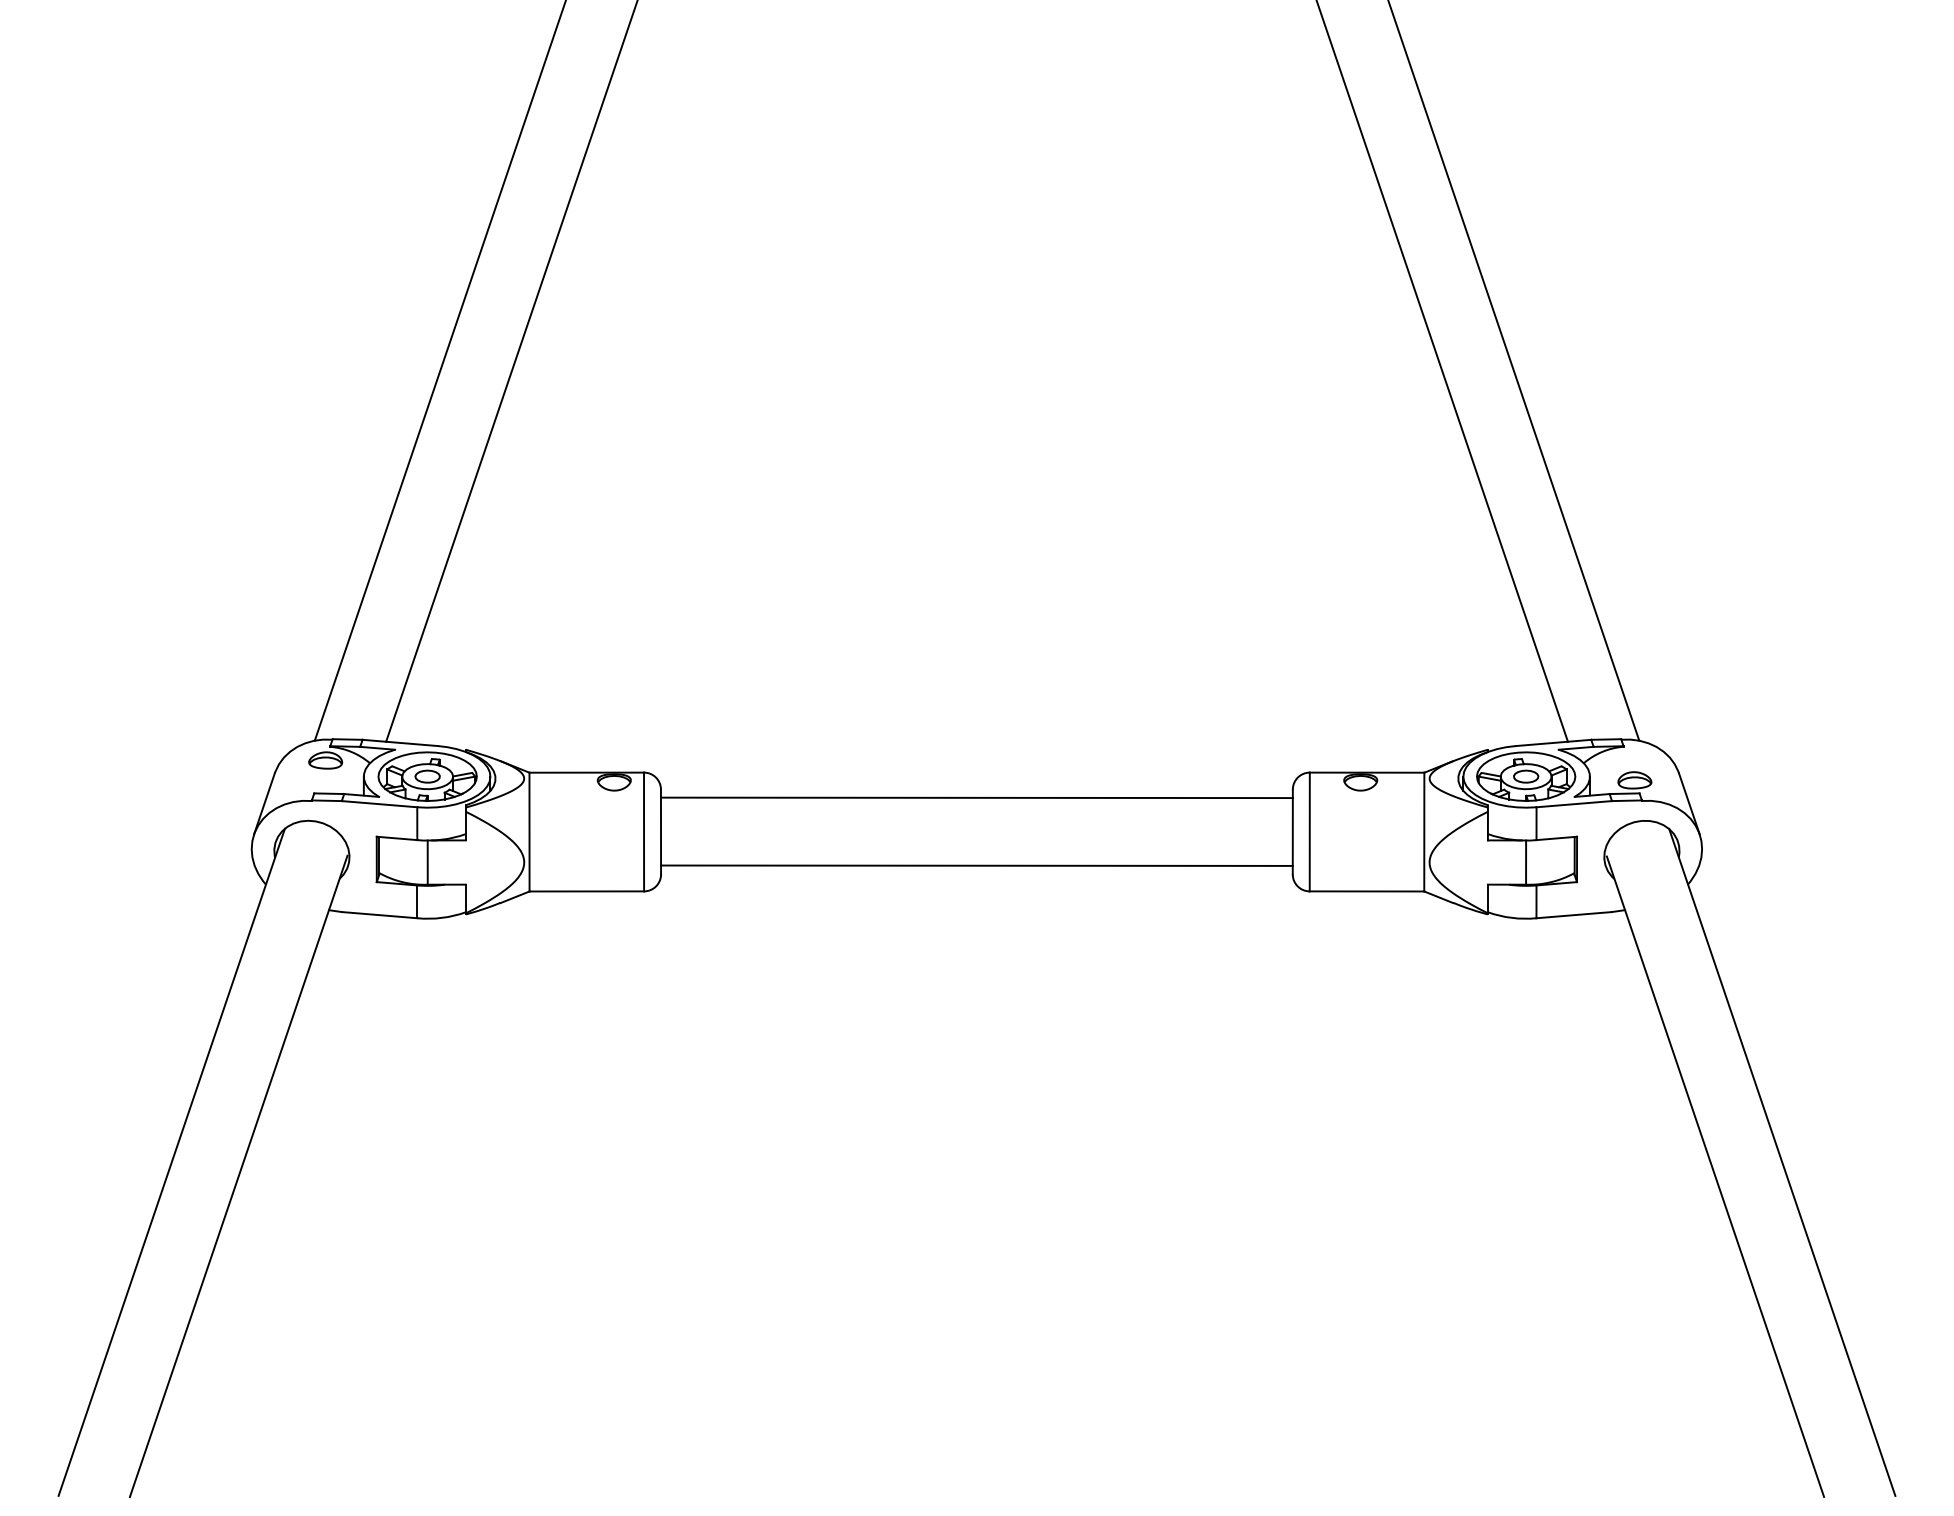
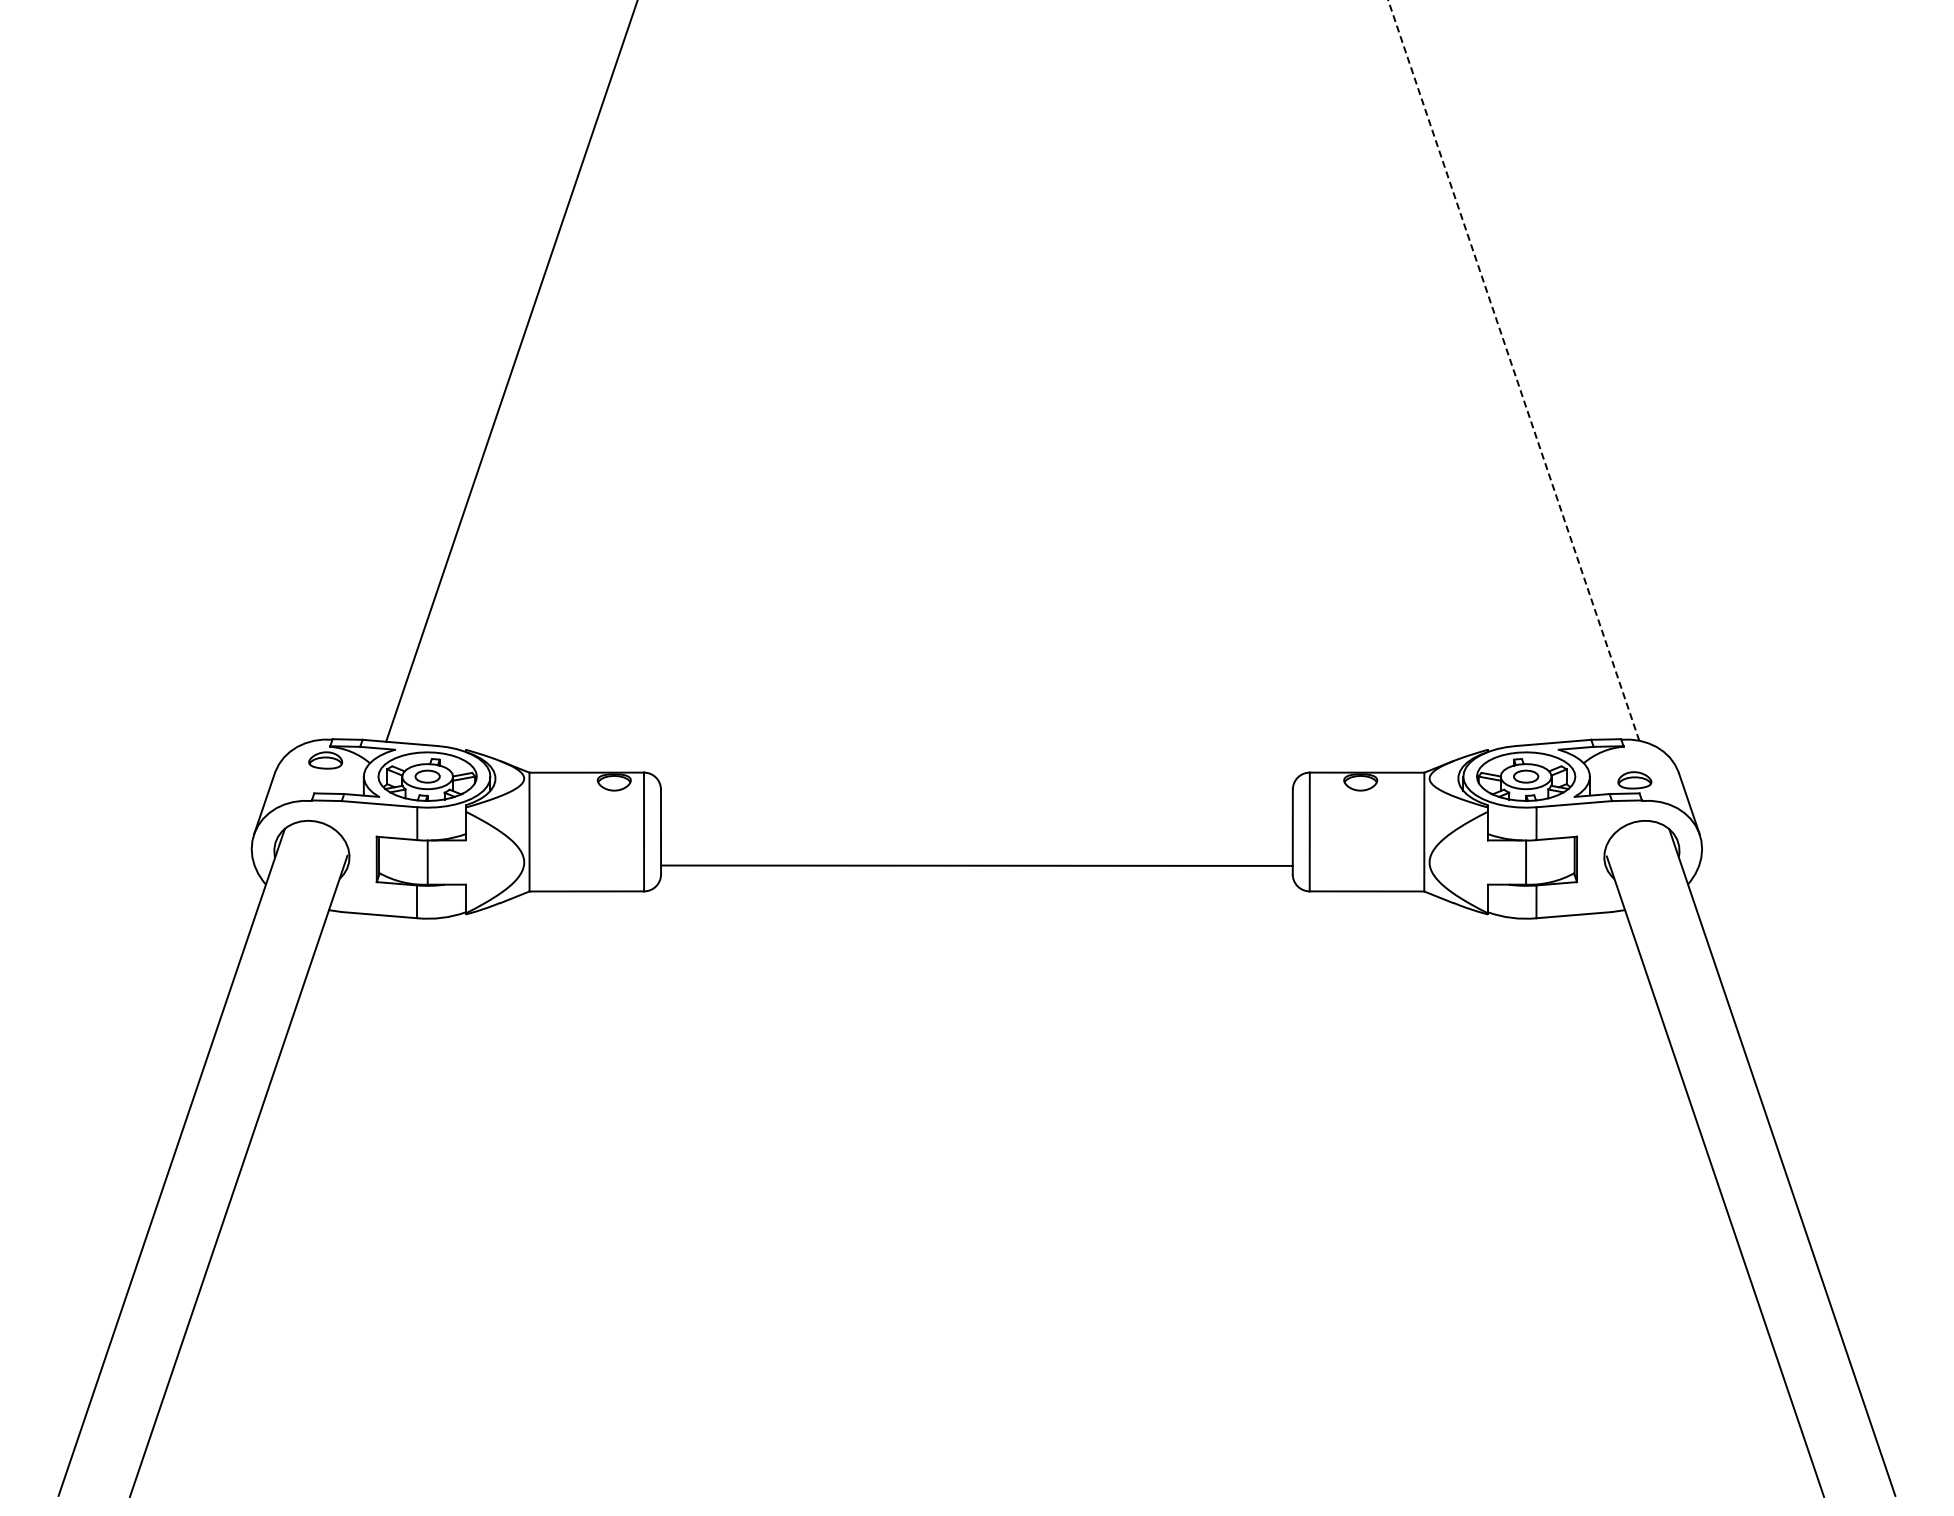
line at (1513, 370): solid -> dashed
line at (439, 371): present -> none
line at (1442, 371): present -> none
line at (976, 797): present -> none
